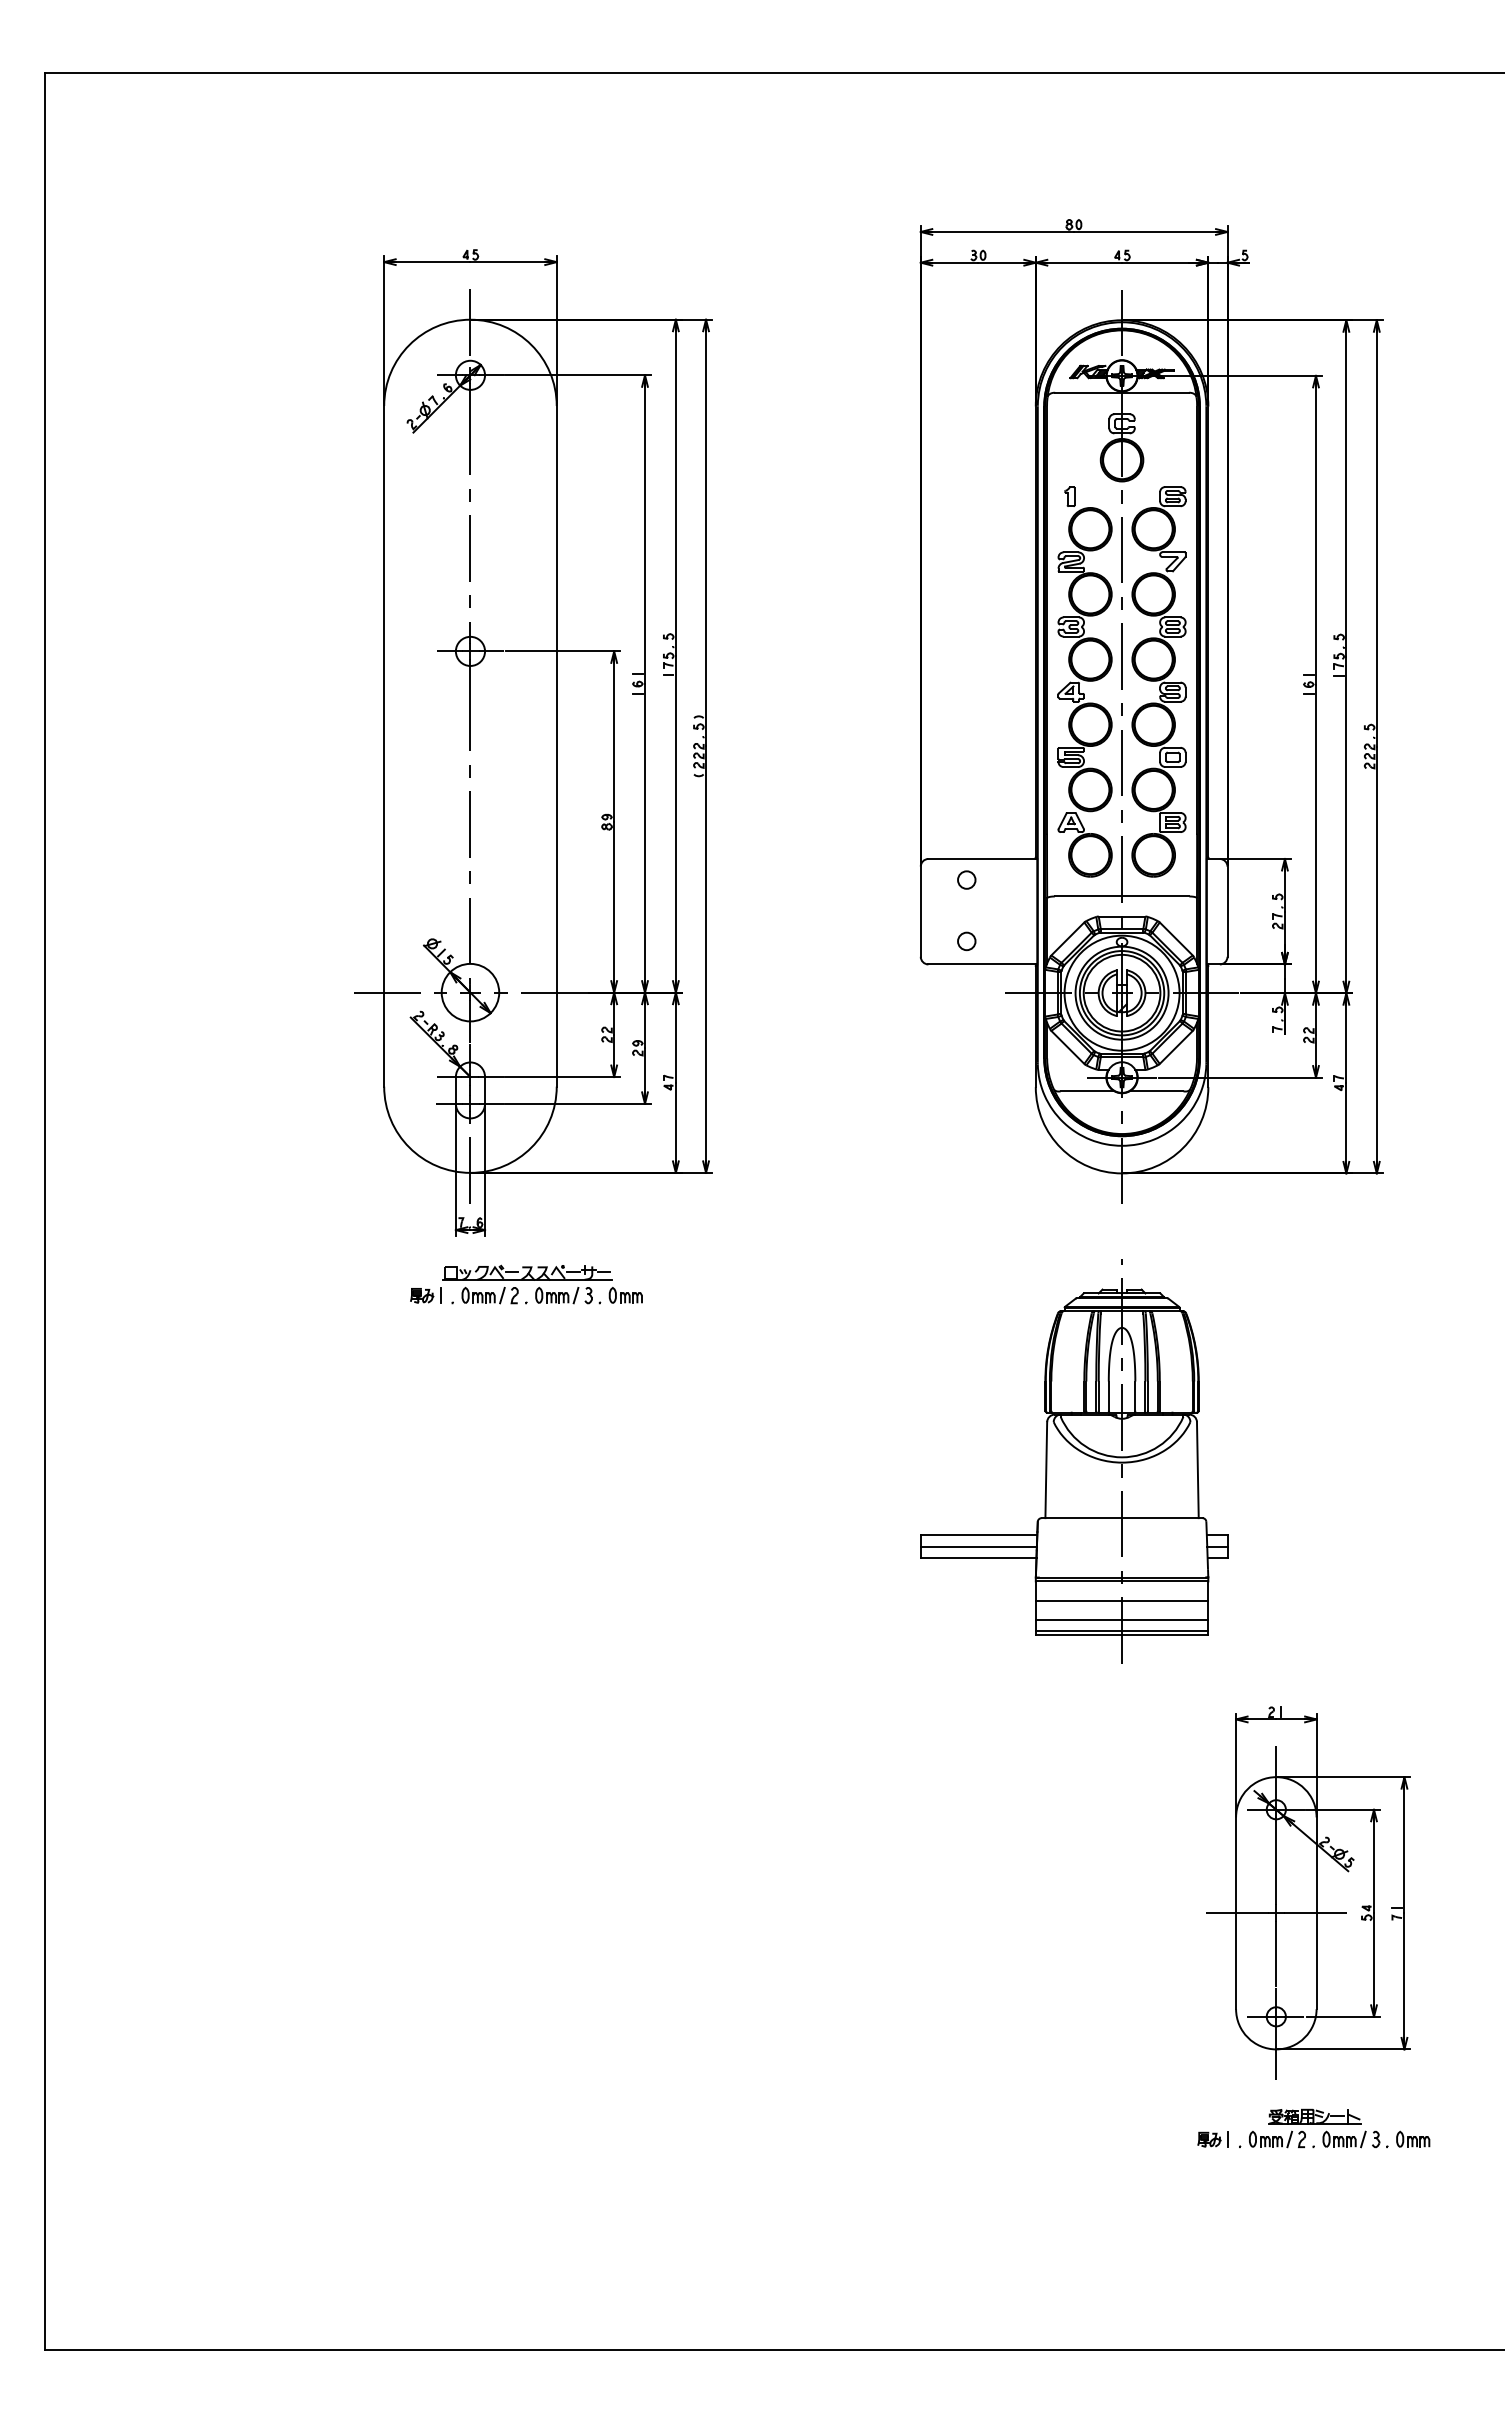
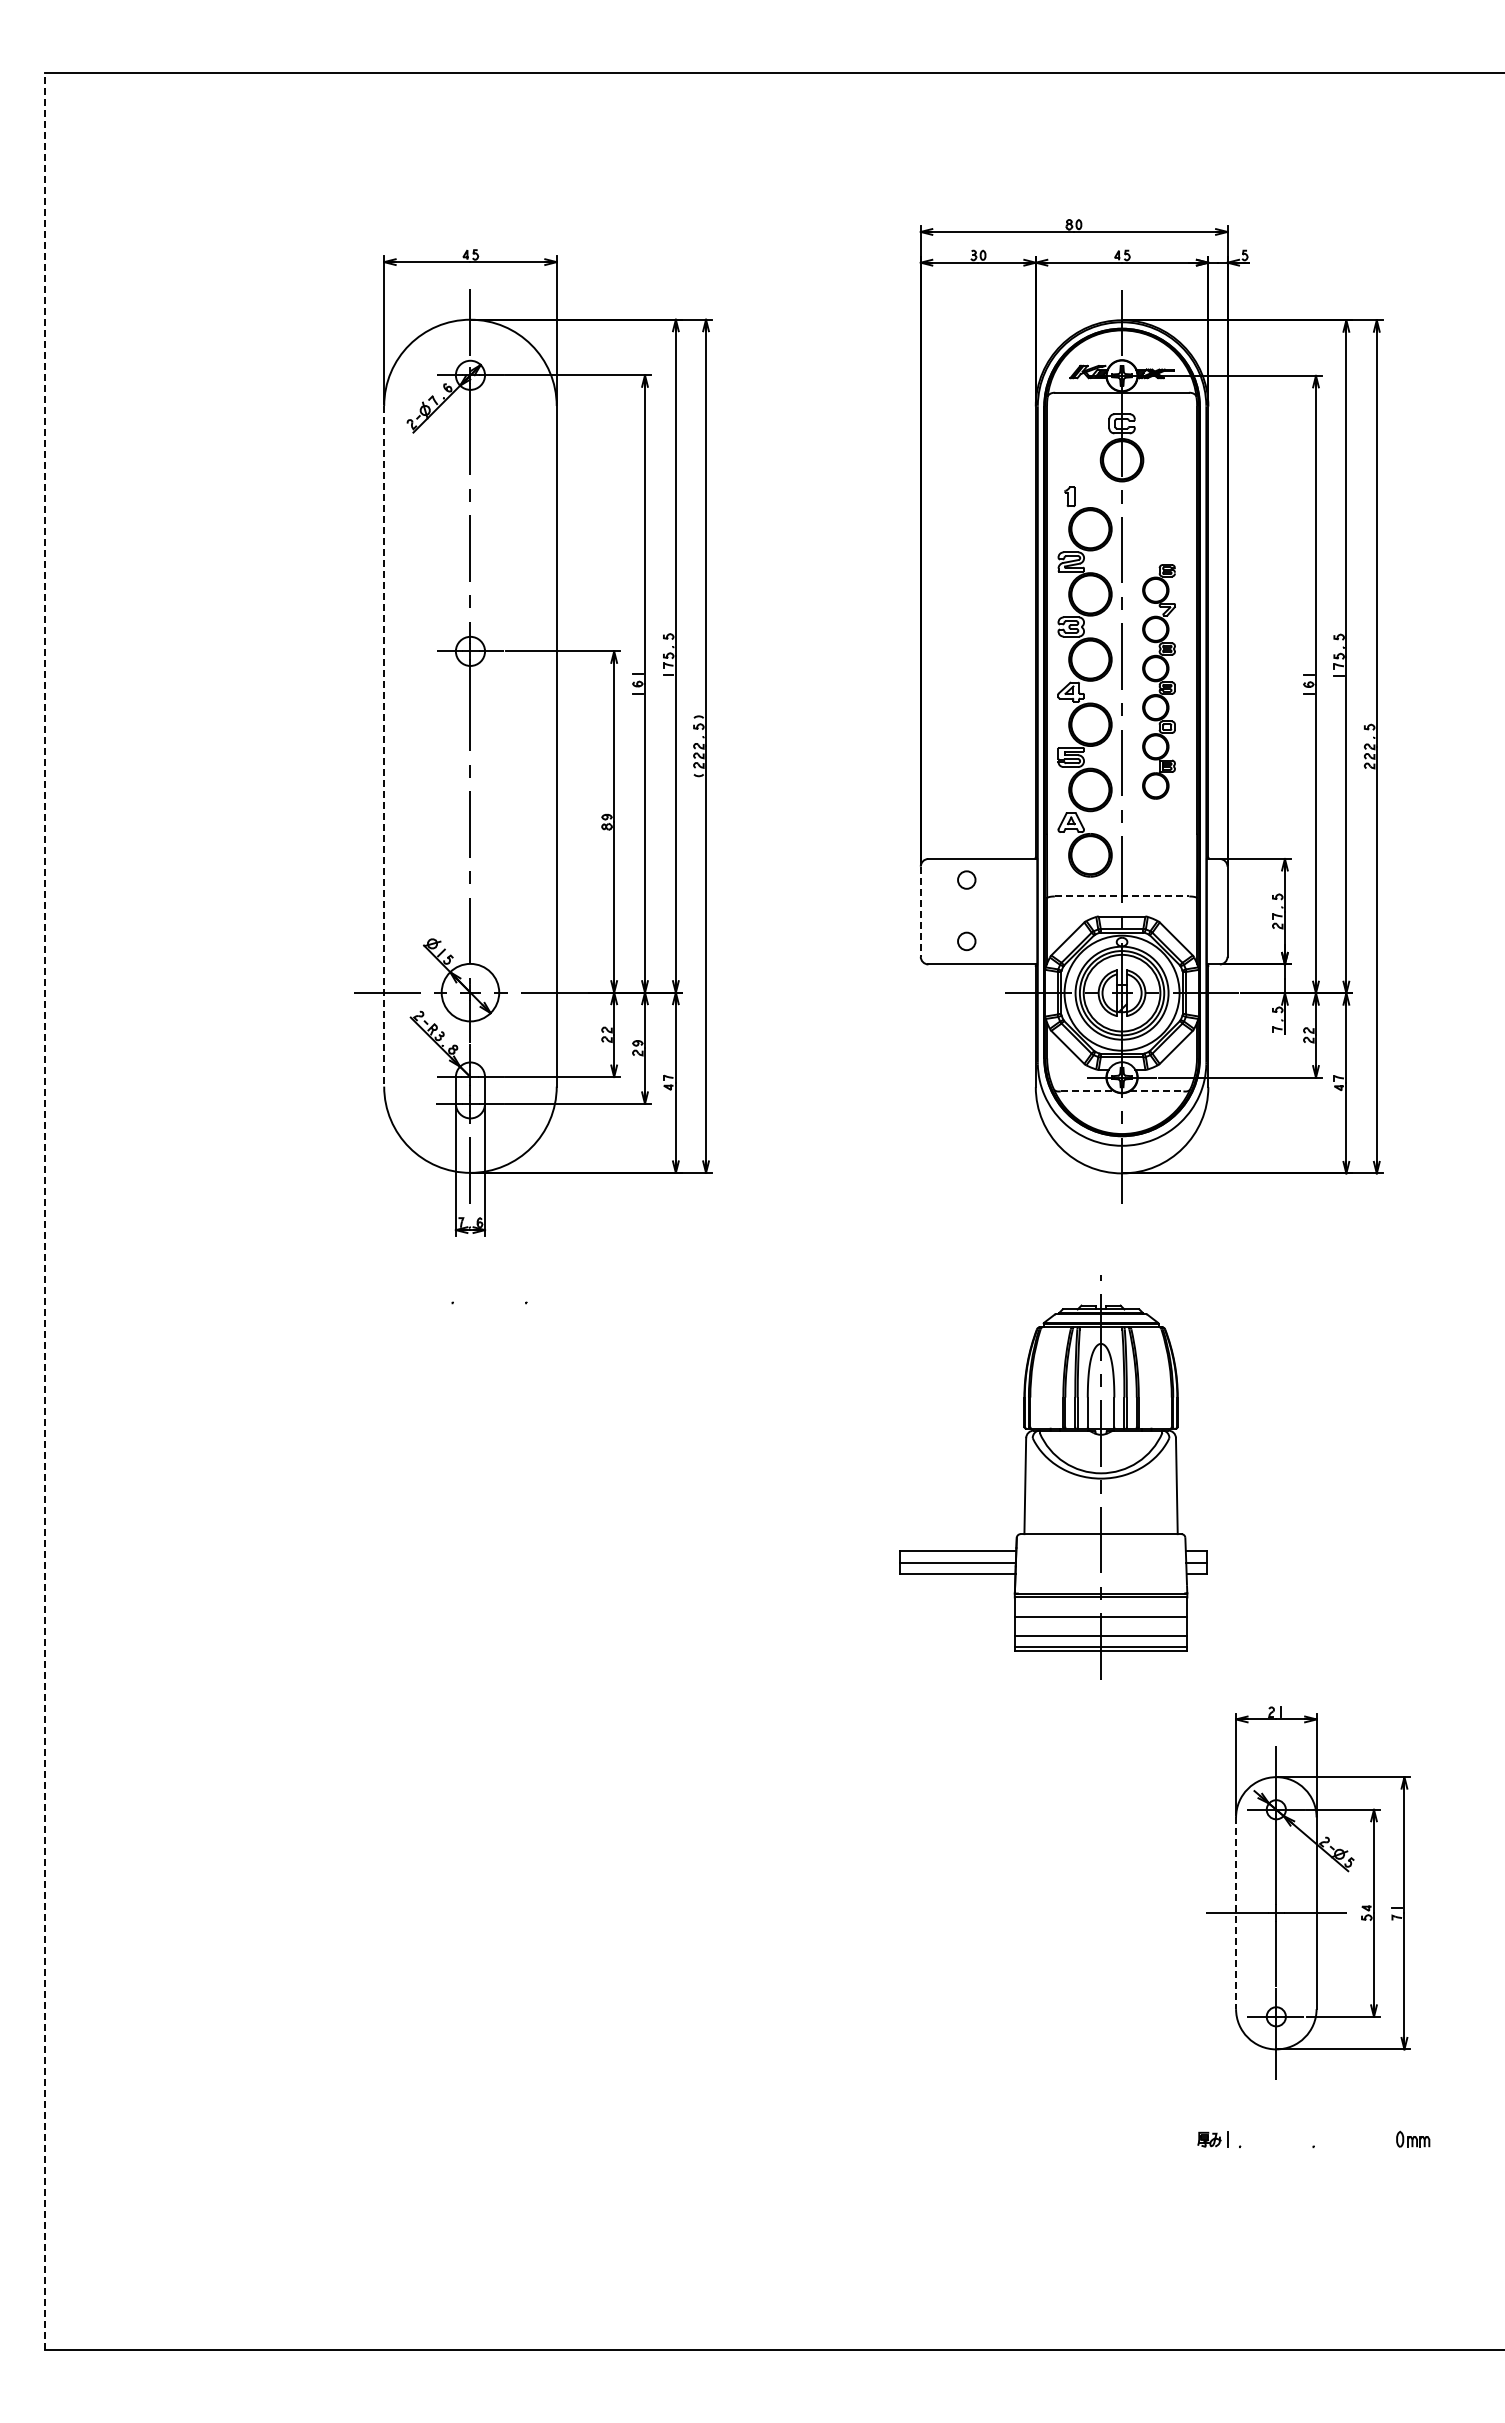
part at (1158, 681) size: 56x392 px -> 34x236 px
line at (384, 746): solid -> dashed
line at (1122, 896): solid -> dashed
line at (920, 912): solid -> dashed
line at (1087, 1091): solid -> dashed
line at (1156, 1091): solid -> dashed
line at (45, 1211): solid -> dashed
part at (526, 1284): present -> none
part at (1074, 1461) position: (1074, 1461) -> (1053, 1477)
line at (1236, 1913): solid -> dashed
part at (1318, 2128): present -> none
